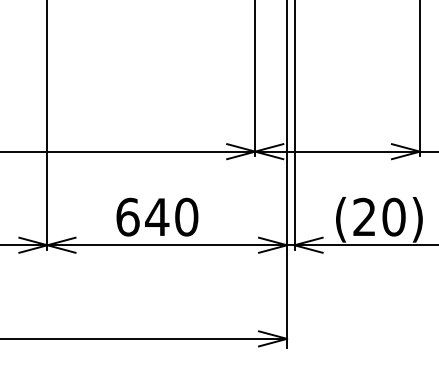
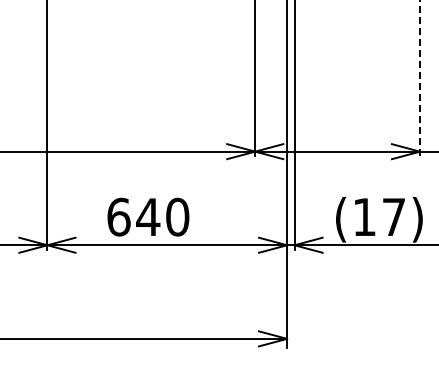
line at (419, 78): solid -> dashed
text at (157, 216) position: (157, 216) -> (148, 216)
text at (379, 216): (20) -> (17)
